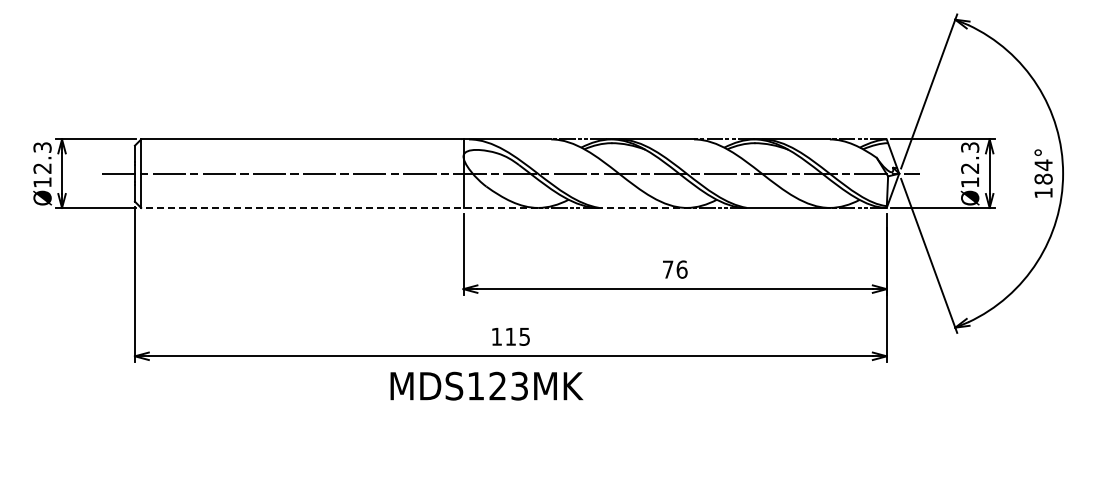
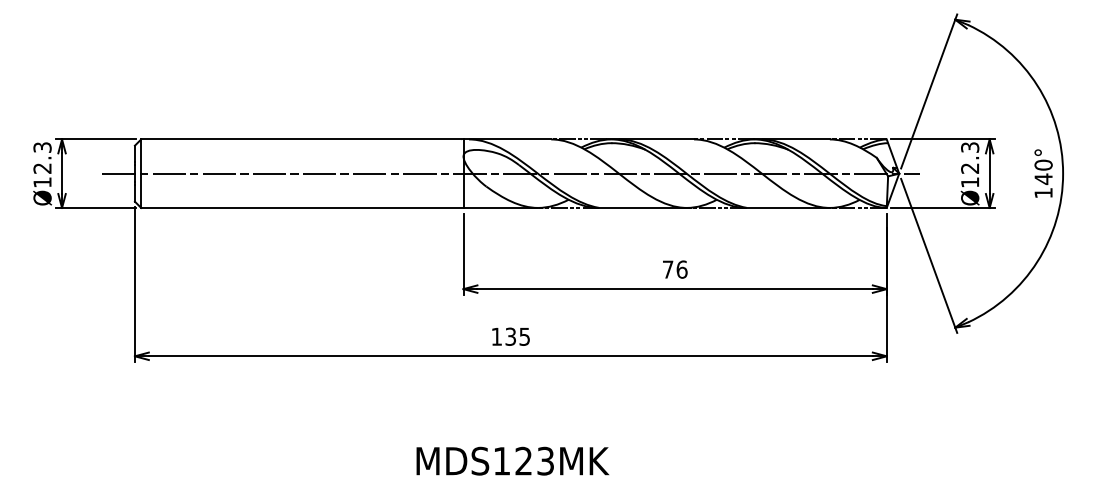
text at (1043, 172): 184° -> 140°
line at (339, 207): dashed -> solid
line at (645, 207): dashed -> solid
text at (510, 336): 115 -> 135
text at (486, 385) position: (486, 385) -> (512, 460)
